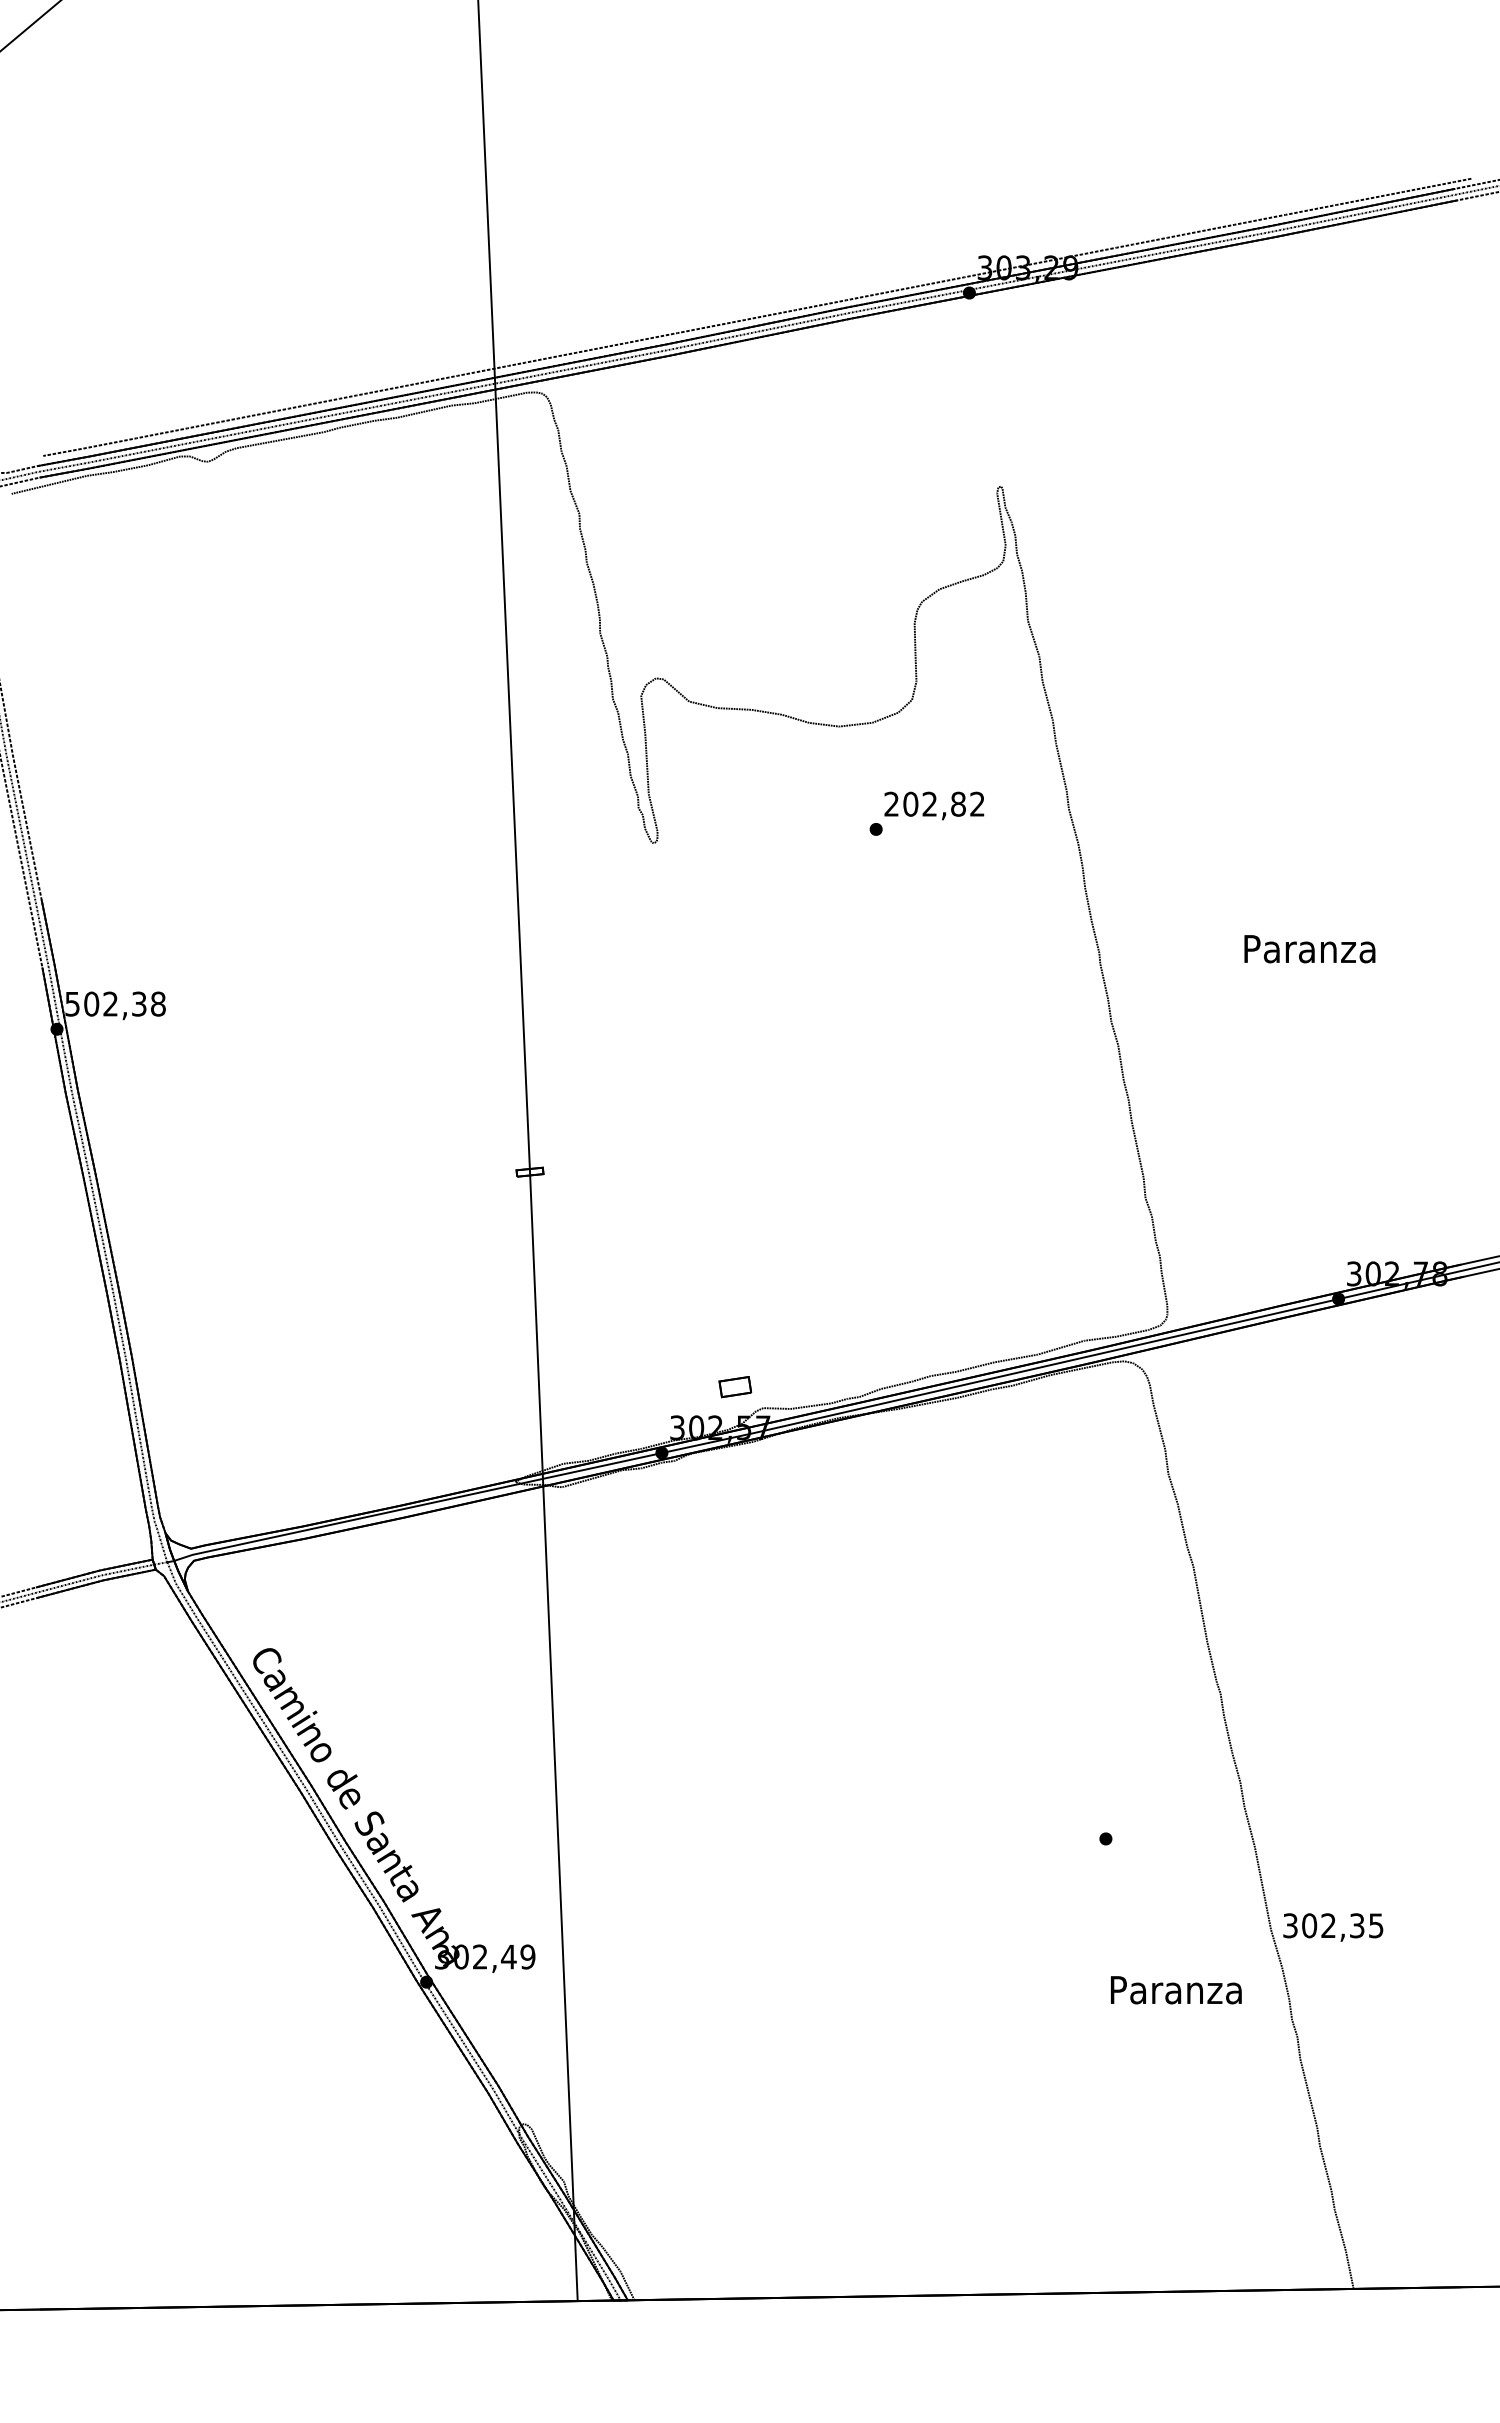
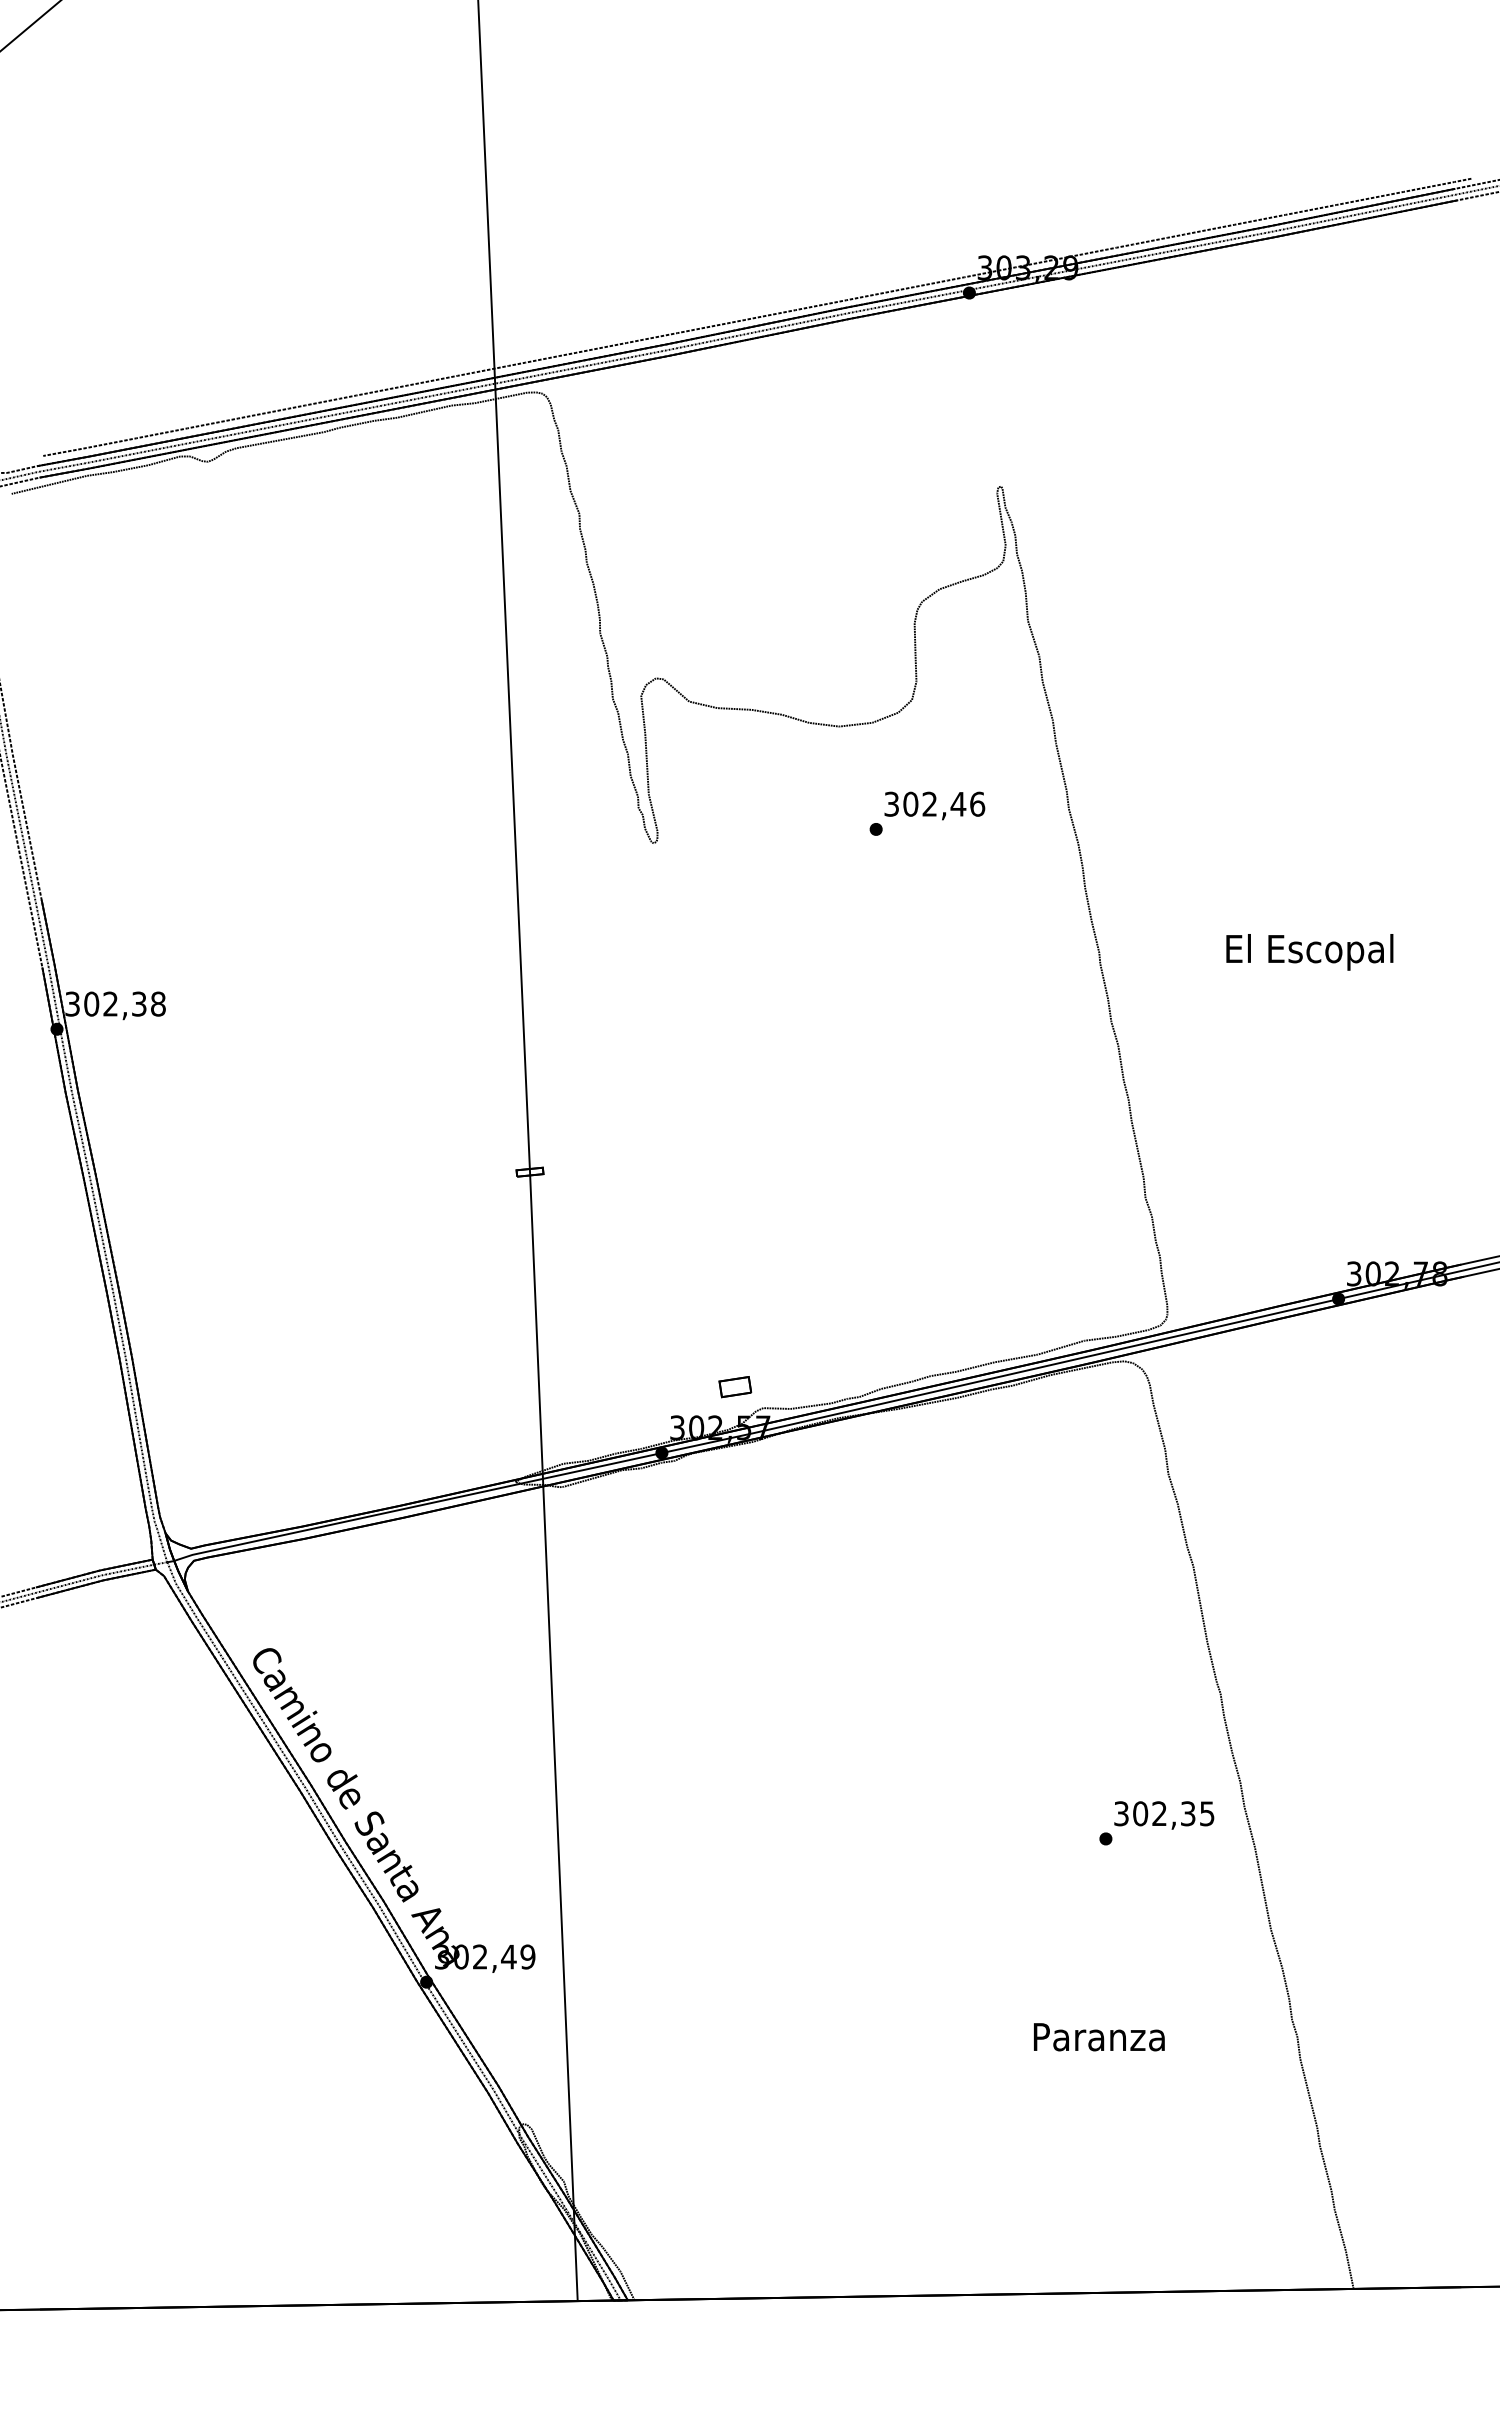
text at (934, 803): 202,82 -> 302,46
text at (1309, 952): Paranza -> El Escopal
text at (72, 1003): 502,38 -> 302,38
text at (1333, 1927) position: (1333, 1927) -> (1164, 1815)
text at (1176, 1990) position: (1176, 1990) -> (1099, 2037)
